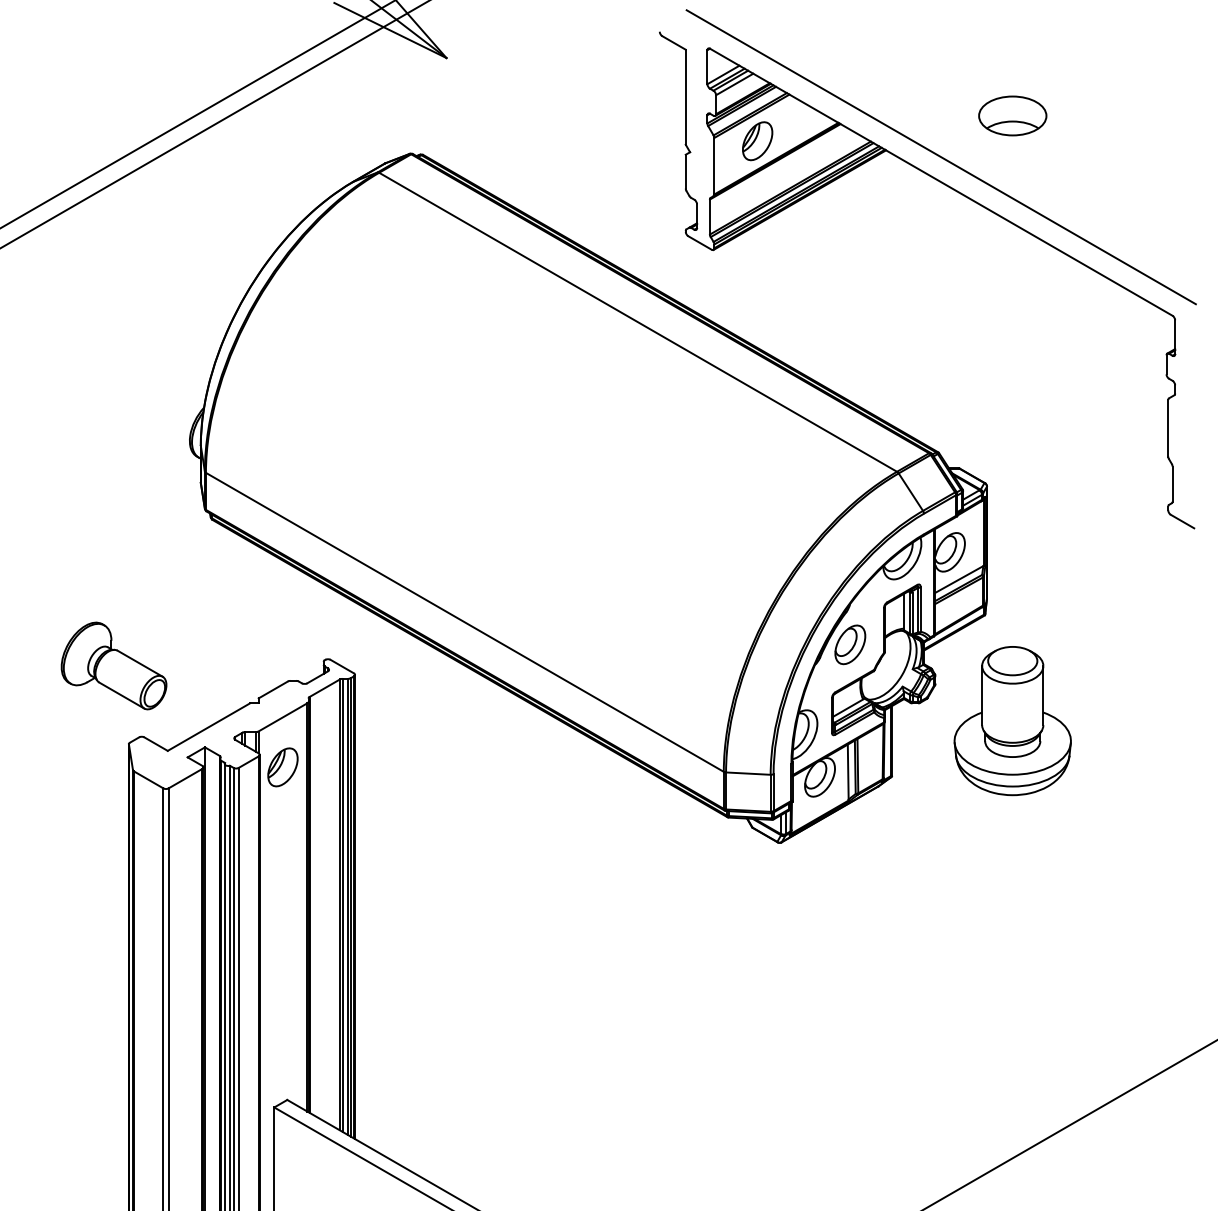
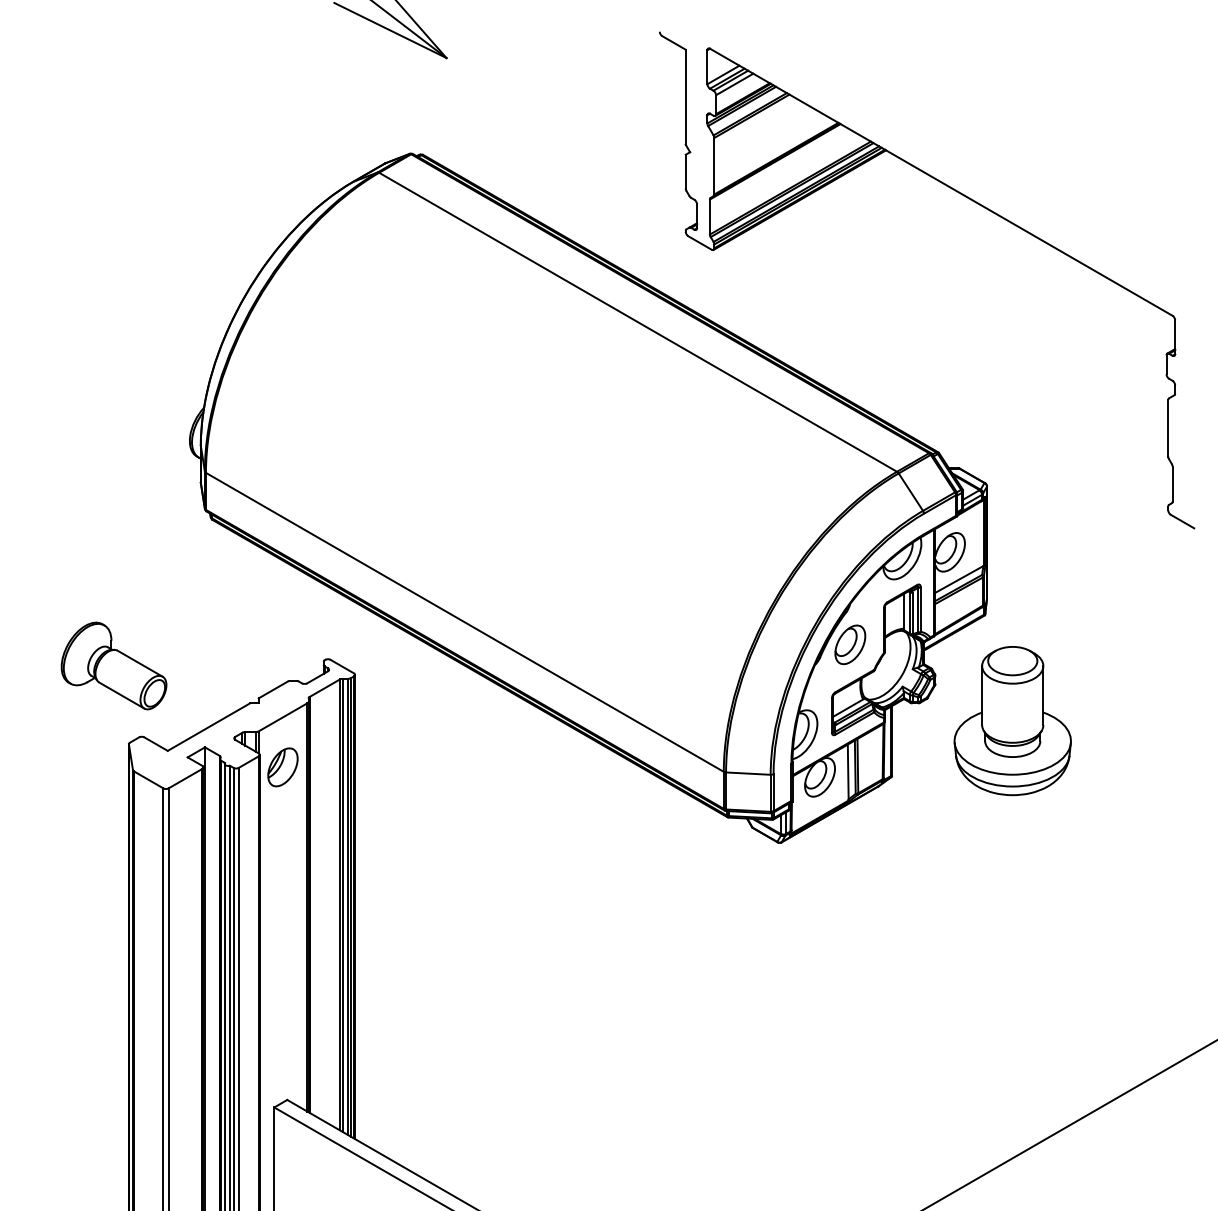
line at (197, 114): present -> none
part at (1012, 115): present -> none
line at (214, 124): present -> none
part at (757, 141): present -> none
line at (940, 157): present -> none
